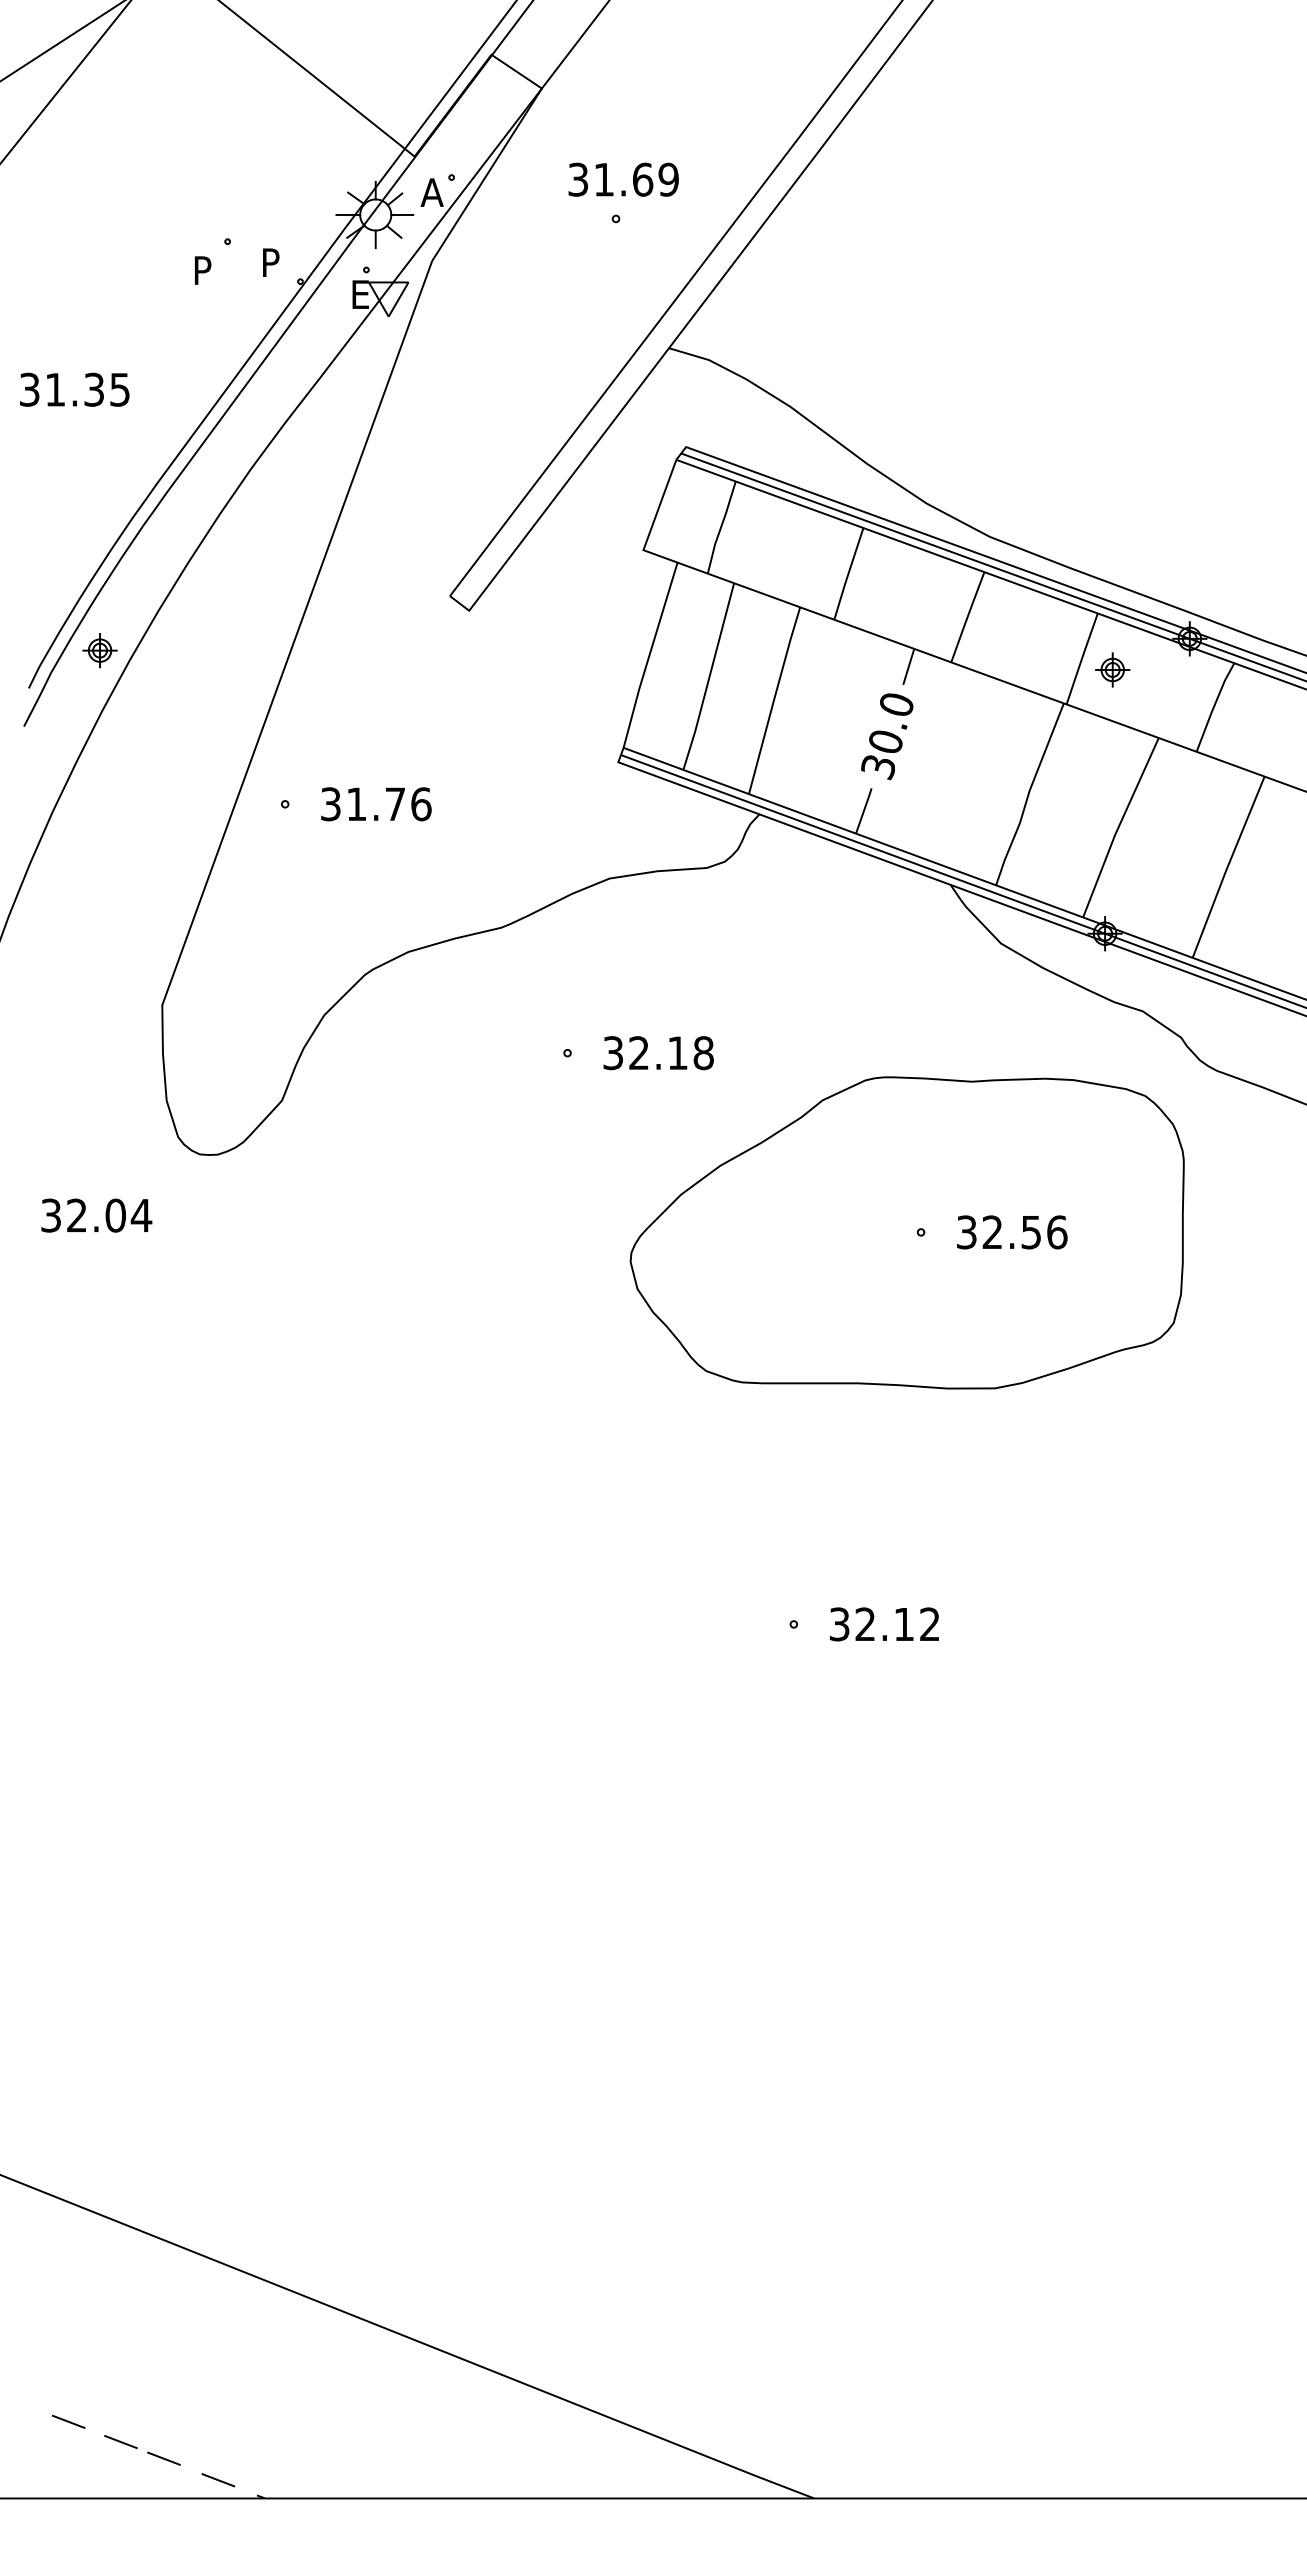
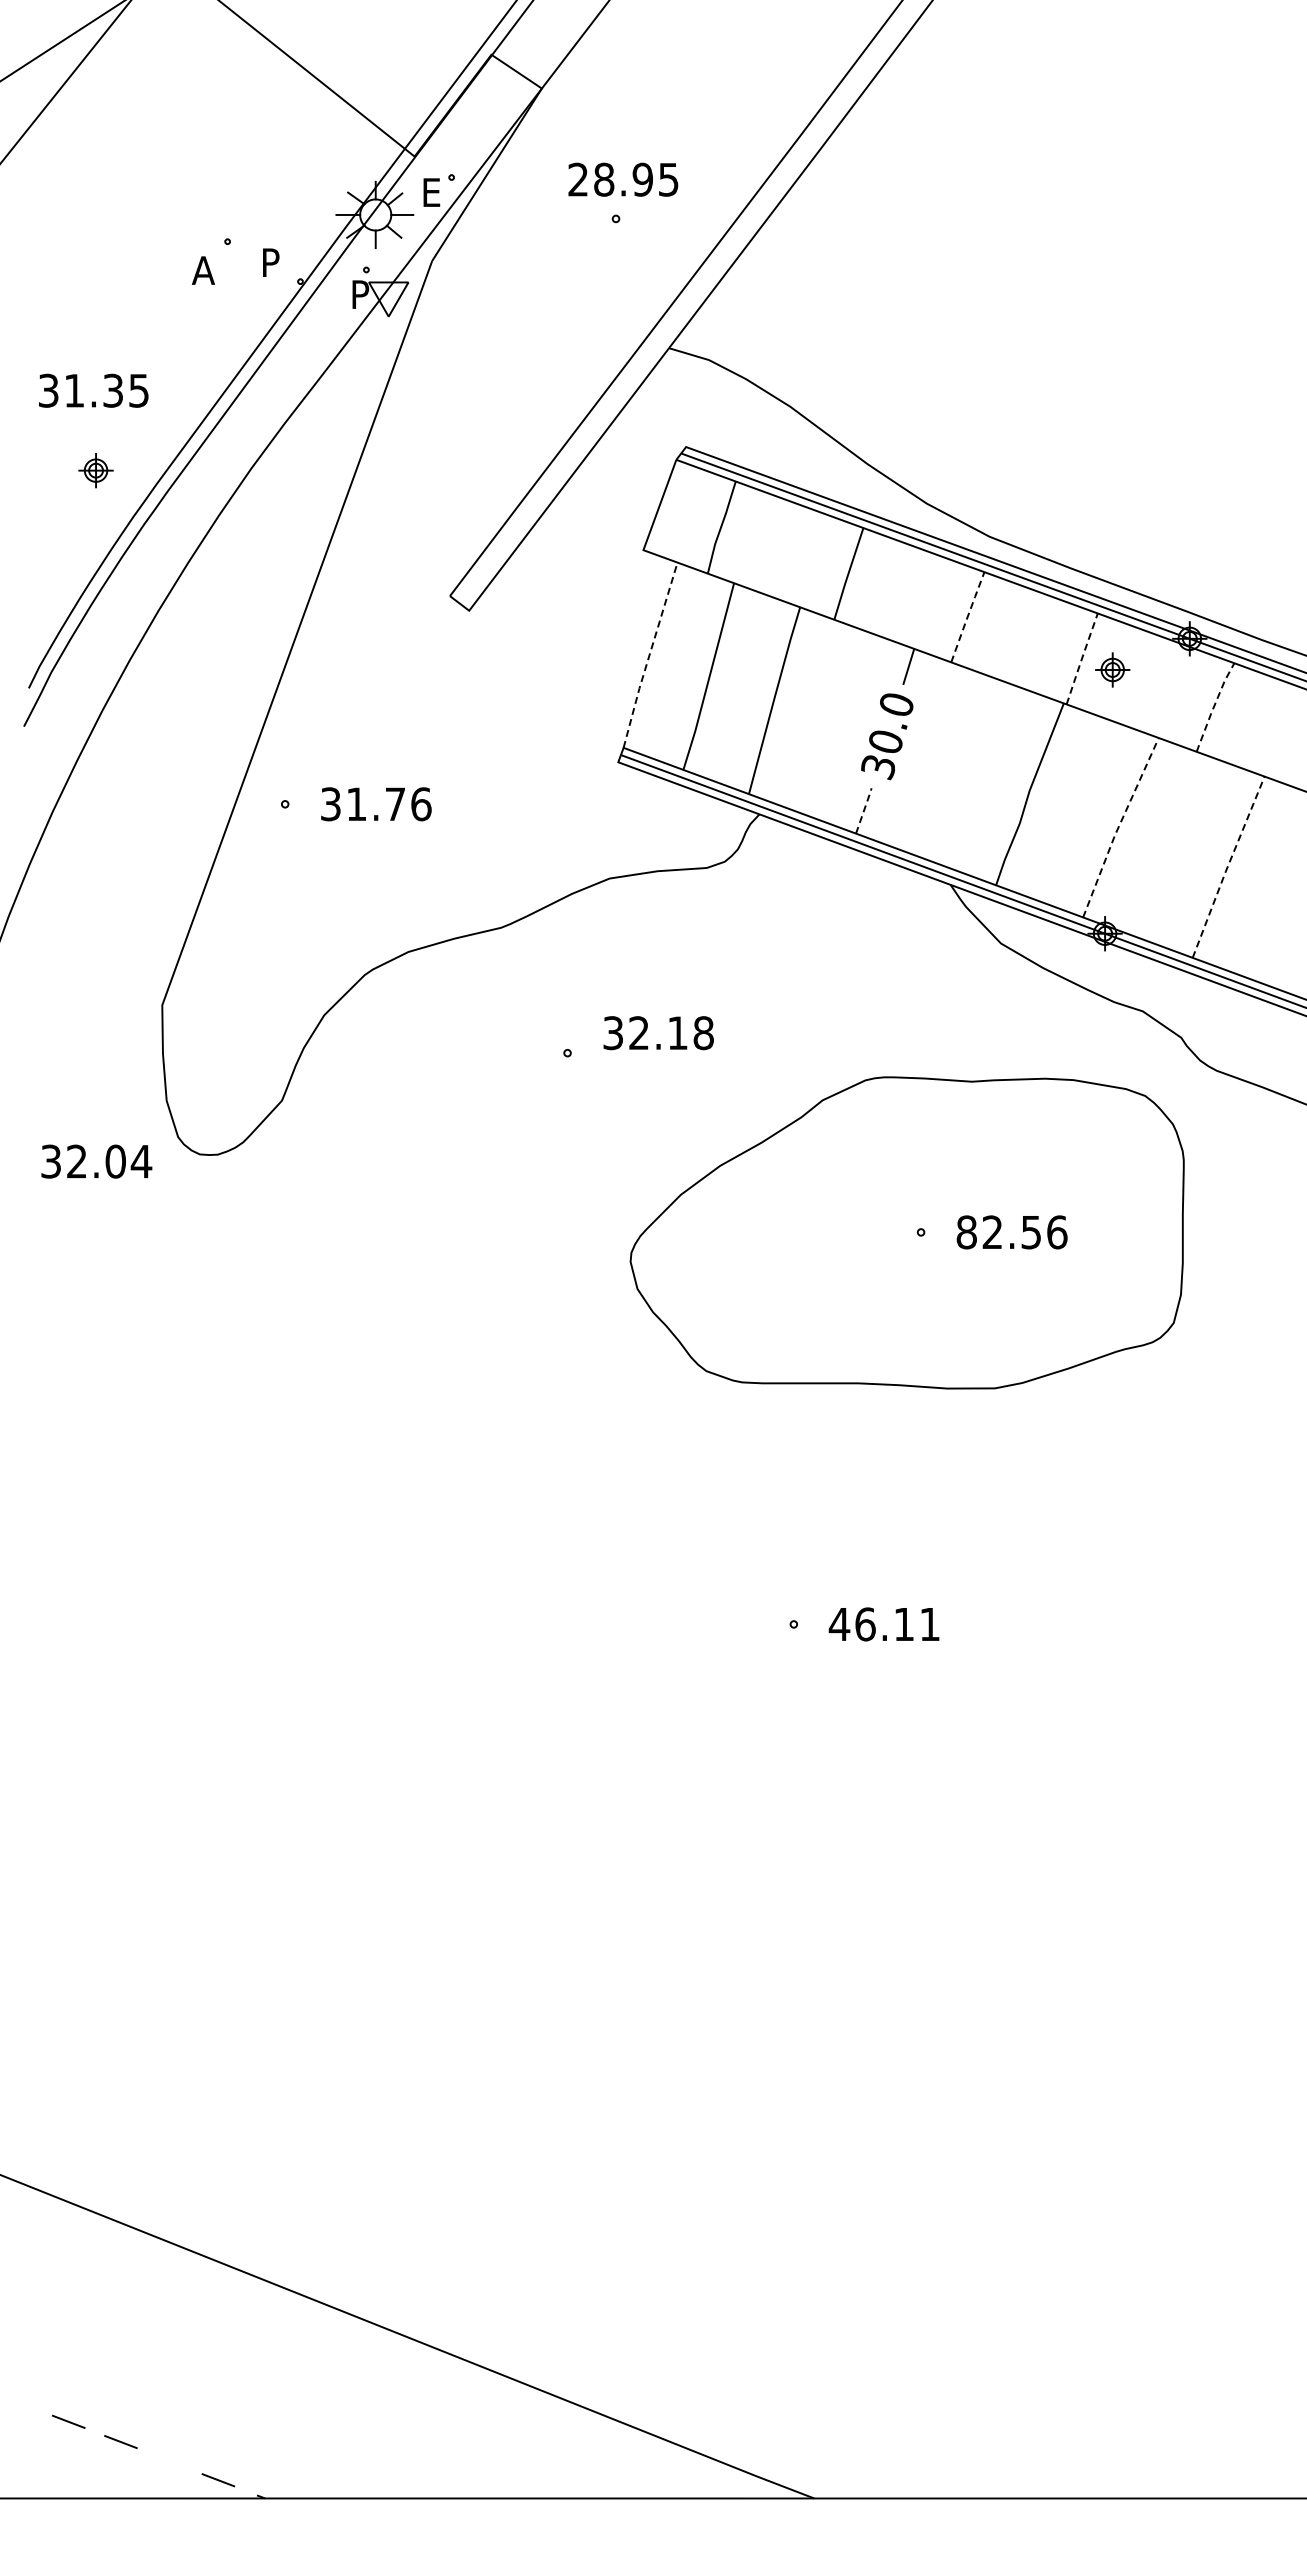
text at (623, 179): 31.69 -> 28.95
text at (431, 192): A -> E
text at (202, 270): P -> A
text at (362, 294): E -> P
text at (74, 389) position: (74, 389) -> (93, 390)
line at (967, 617): solid -> dashed
part at (99, 650) position: (99, 650) -> (95, 470)
line at (649, 655): solid -> dashed
line at (1082, 658): solid -> dashed
line at (1214, 706): solid -> dashed
line at (864, 810): solid -> dashed
line at (1118, 827): solid -> dashed
line at (1227, 867): solid -> dashed
text at (658, 1053) position: (658, 1053) -> (658, 1033)
text at (96, 1215) position: (96, 1215) -> (96, 1161)
text at (966, 1232): 32.56 -> 82.56
text at (883, 1624): 32.12 -> 46.11
line at (163, 2458): present -> none
